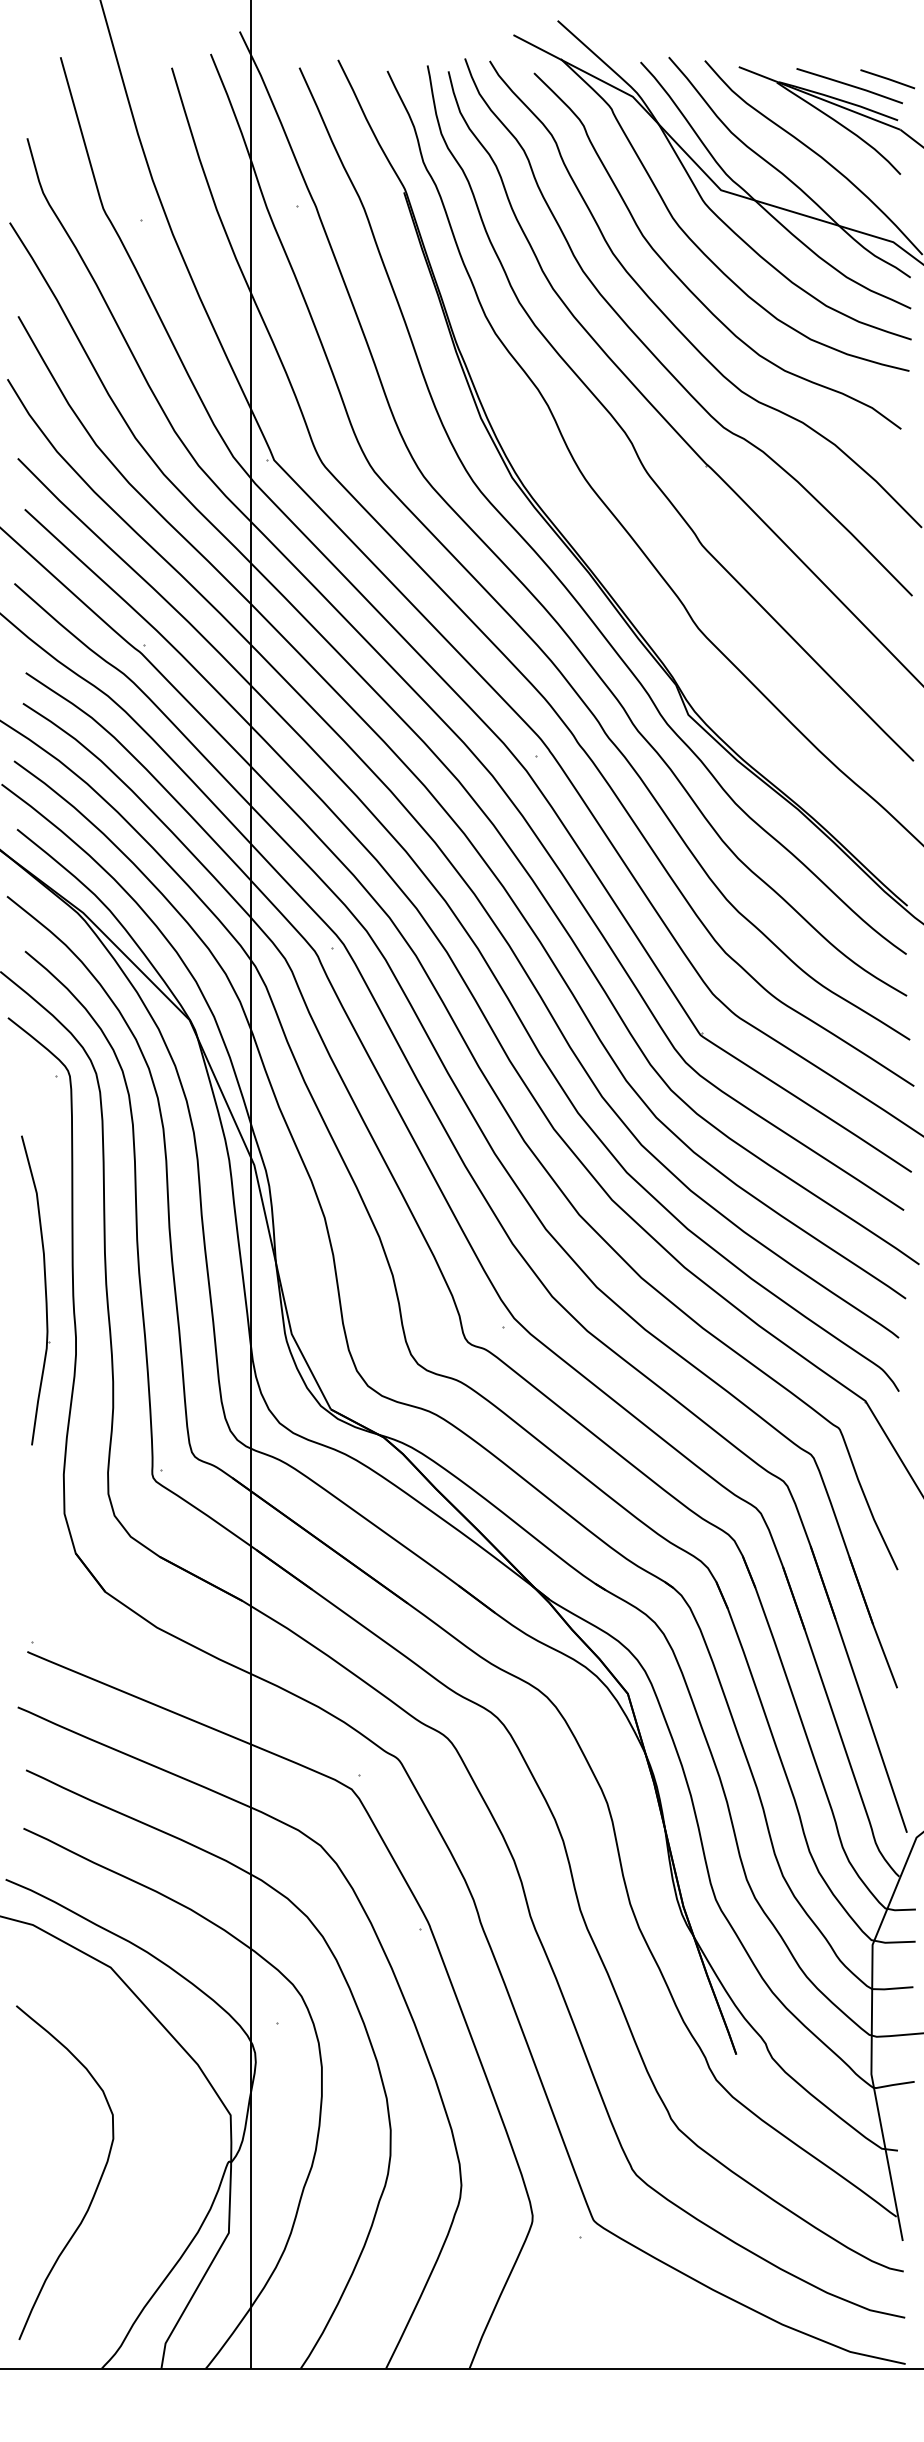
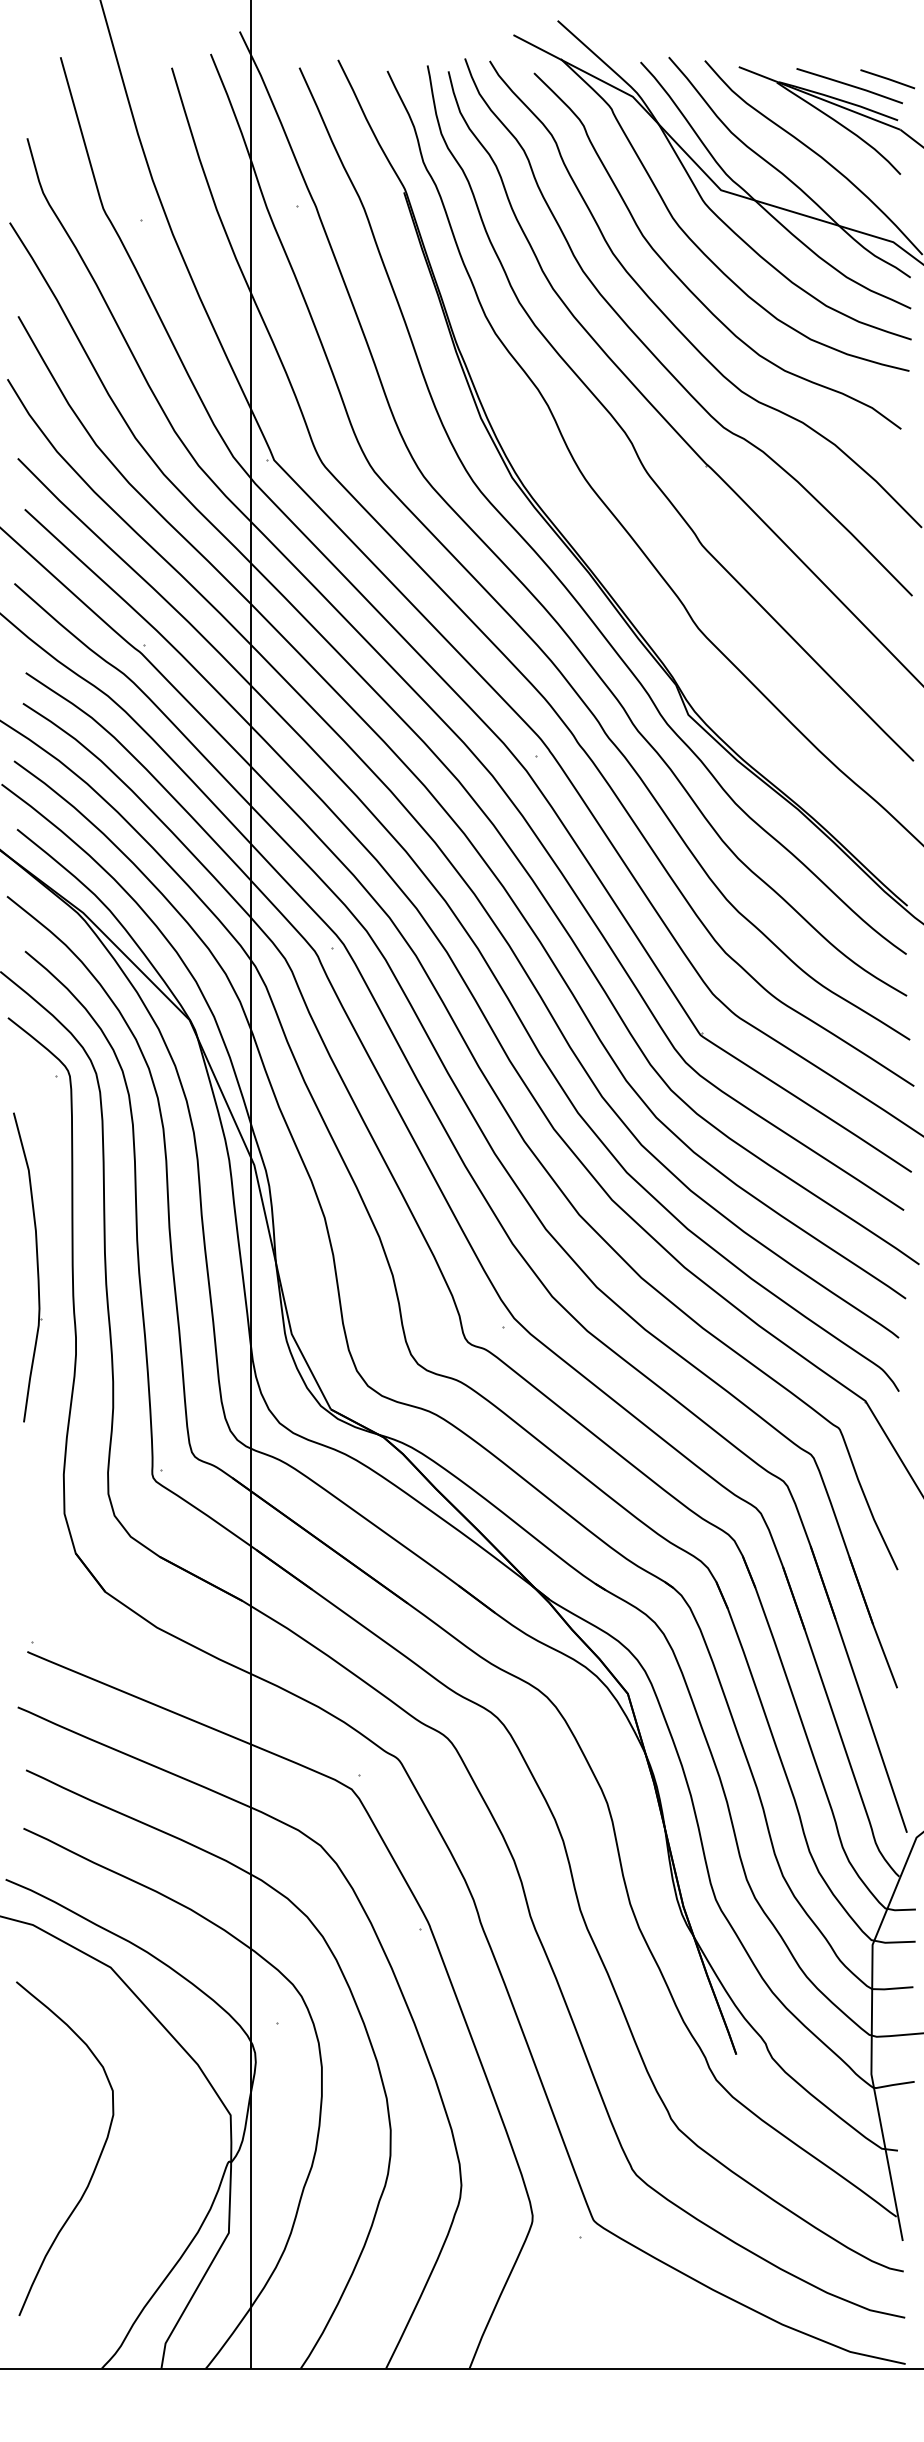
part at (44, 1288) position: (44, 1288) -> (36, 1265)
curve at (96, 2186) position: (96, 2186) -> (96, 2162)
